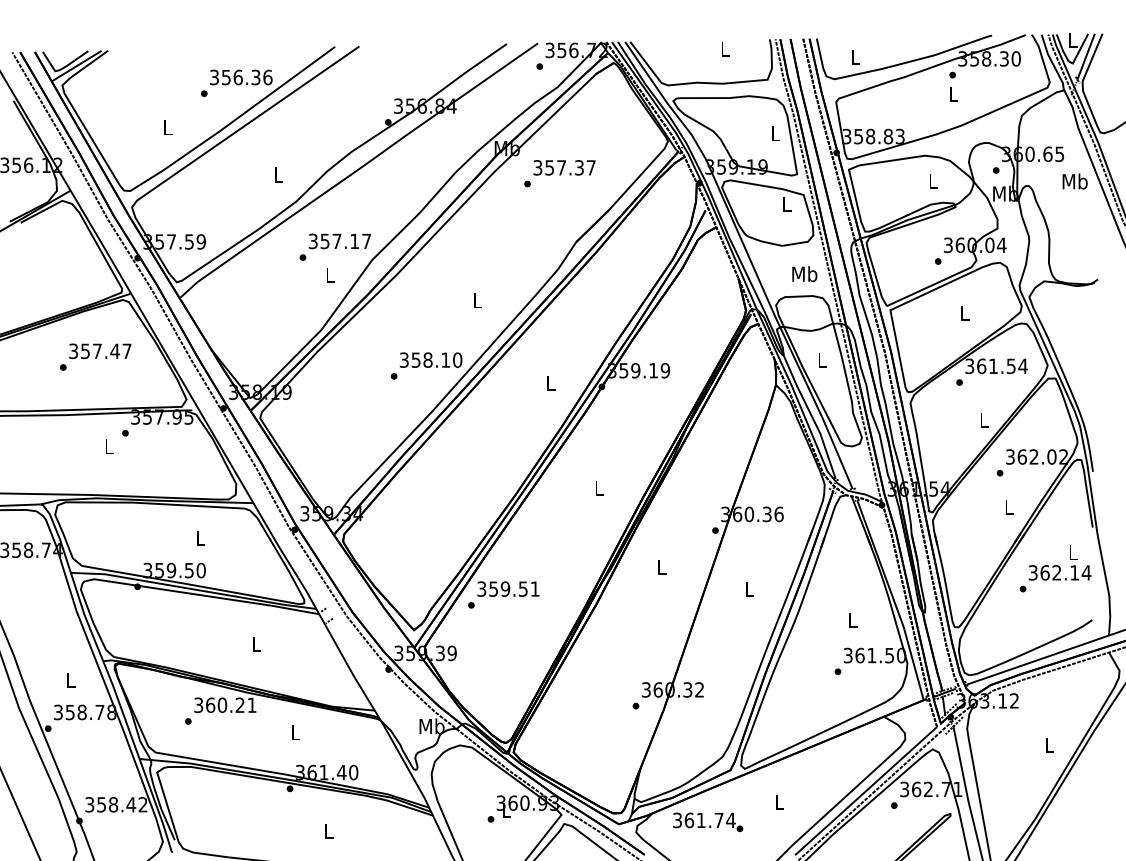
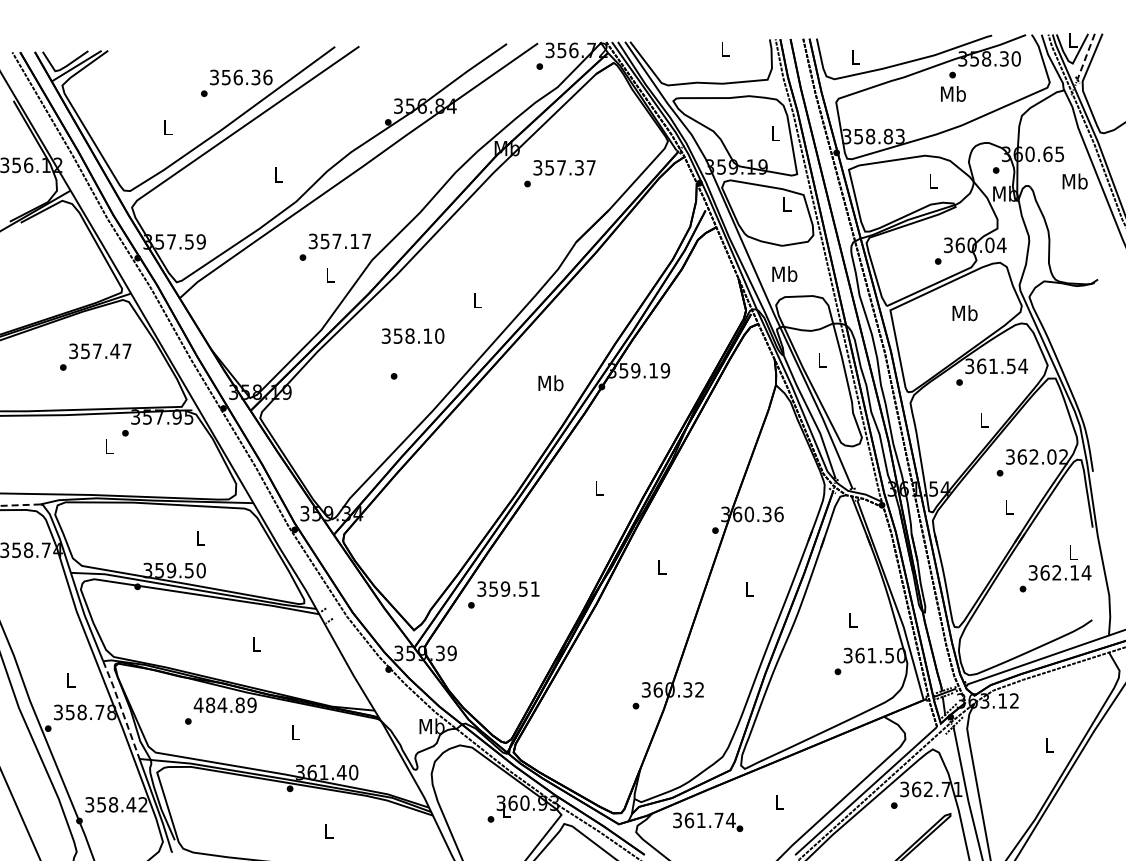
line at (1085, 57): solid -> dashed
text at (953, 93): L -> Mb
text at (804, 273) position: (804, 273) -> (784, 273)
text at (964, 313): L -> Mb
text at (430, 359) position: (430, 359) -> (412, 335)
text at (550, 383): L -> Mb
line at (20, 505): solid -> dashed
text at (224, 705): 360.21 -> 484.89
line at (121, 709): solid -> dashed
